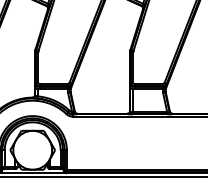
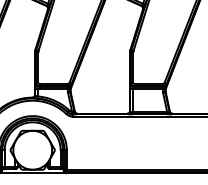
line at (103, 177): present -> none
